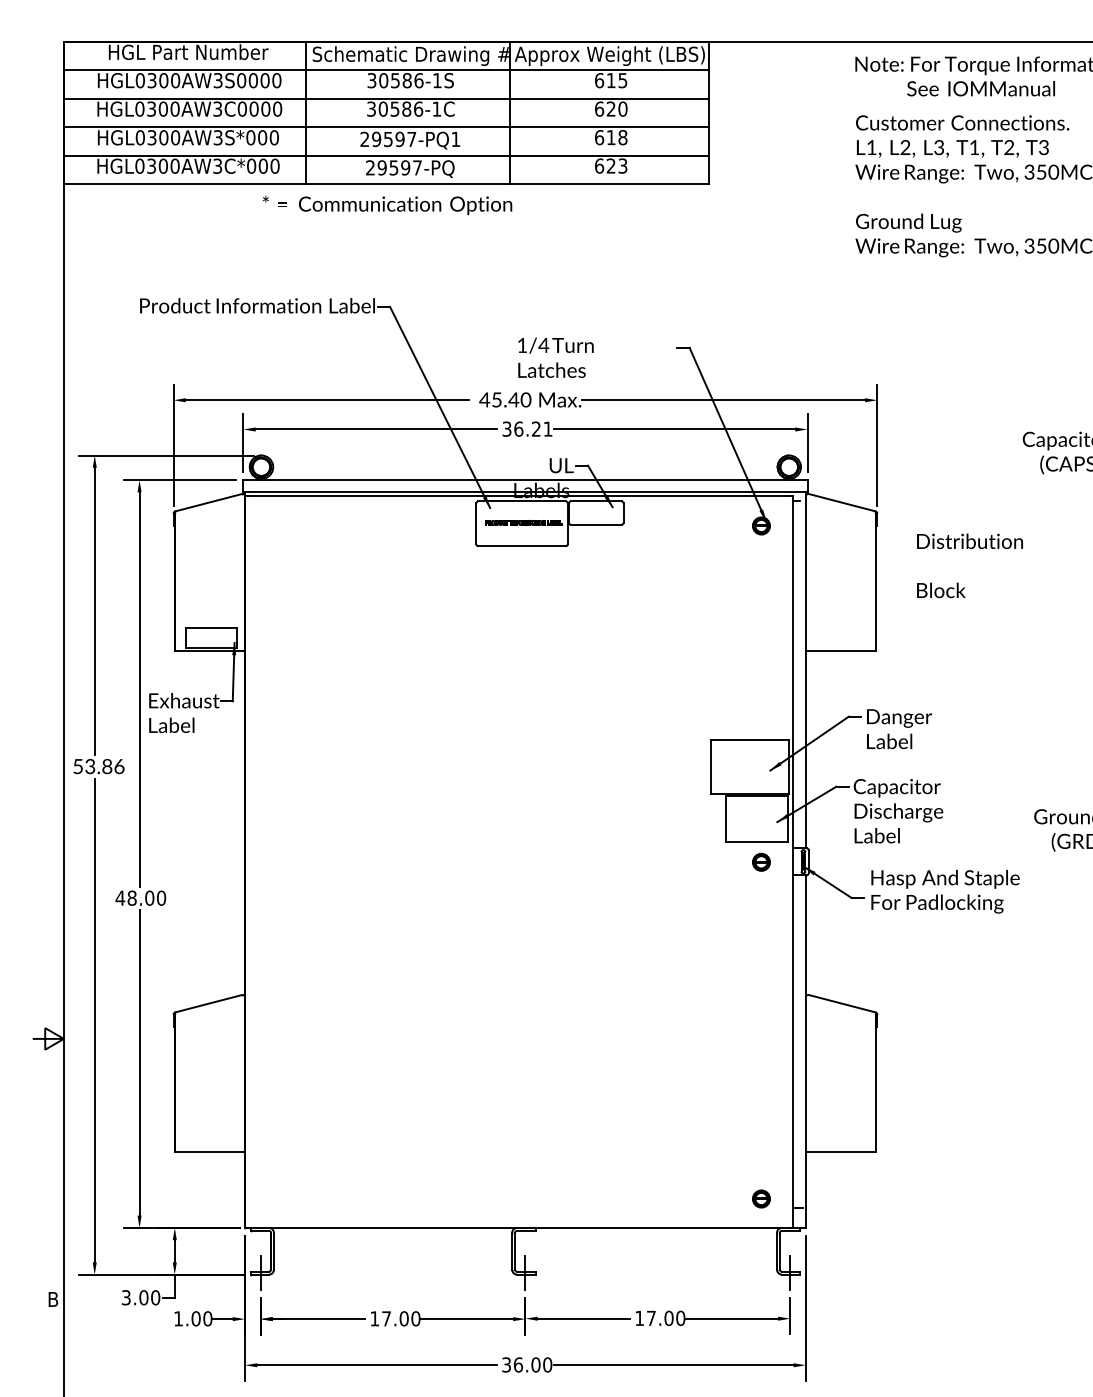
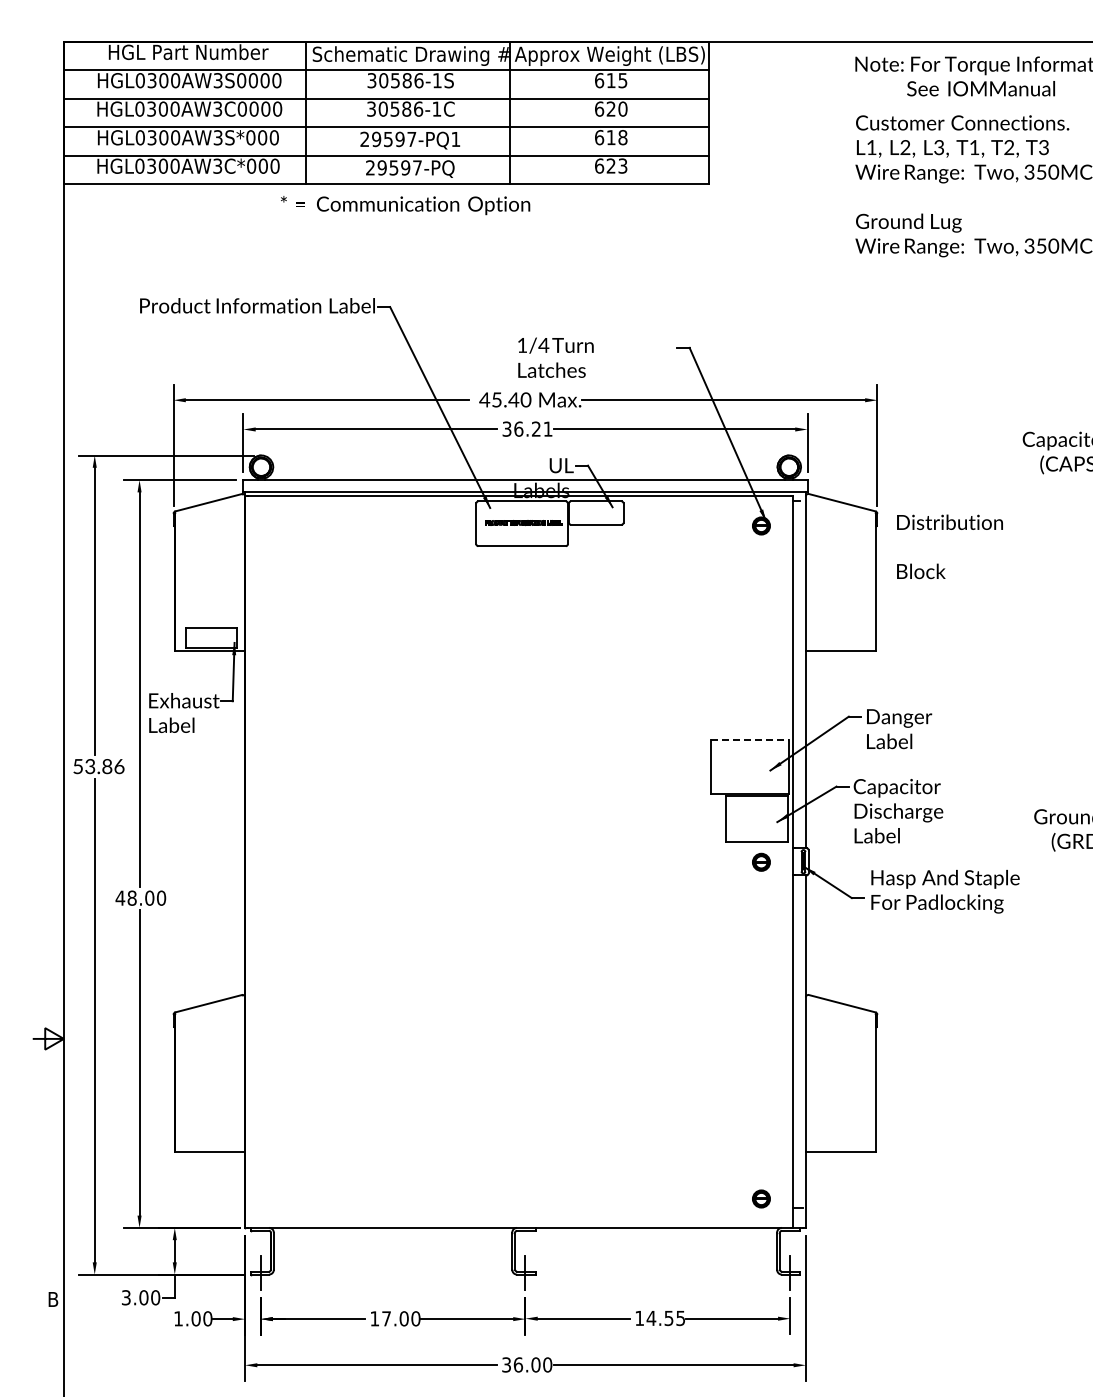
text at (387, 205) position: (387, 205) -> (405, 205)
text at (969, 565) position: (969, 565) -> (949, 546)
line at (750, 739): solid -> dashed
text at (665, 1318): 17.00 -> 14.55
